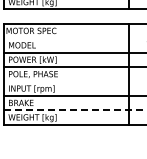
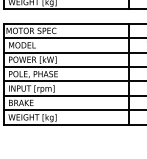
line at (73, 38): none -> present
line at (73, 81): none -> present
line at (75, 110): dashed -> solid
